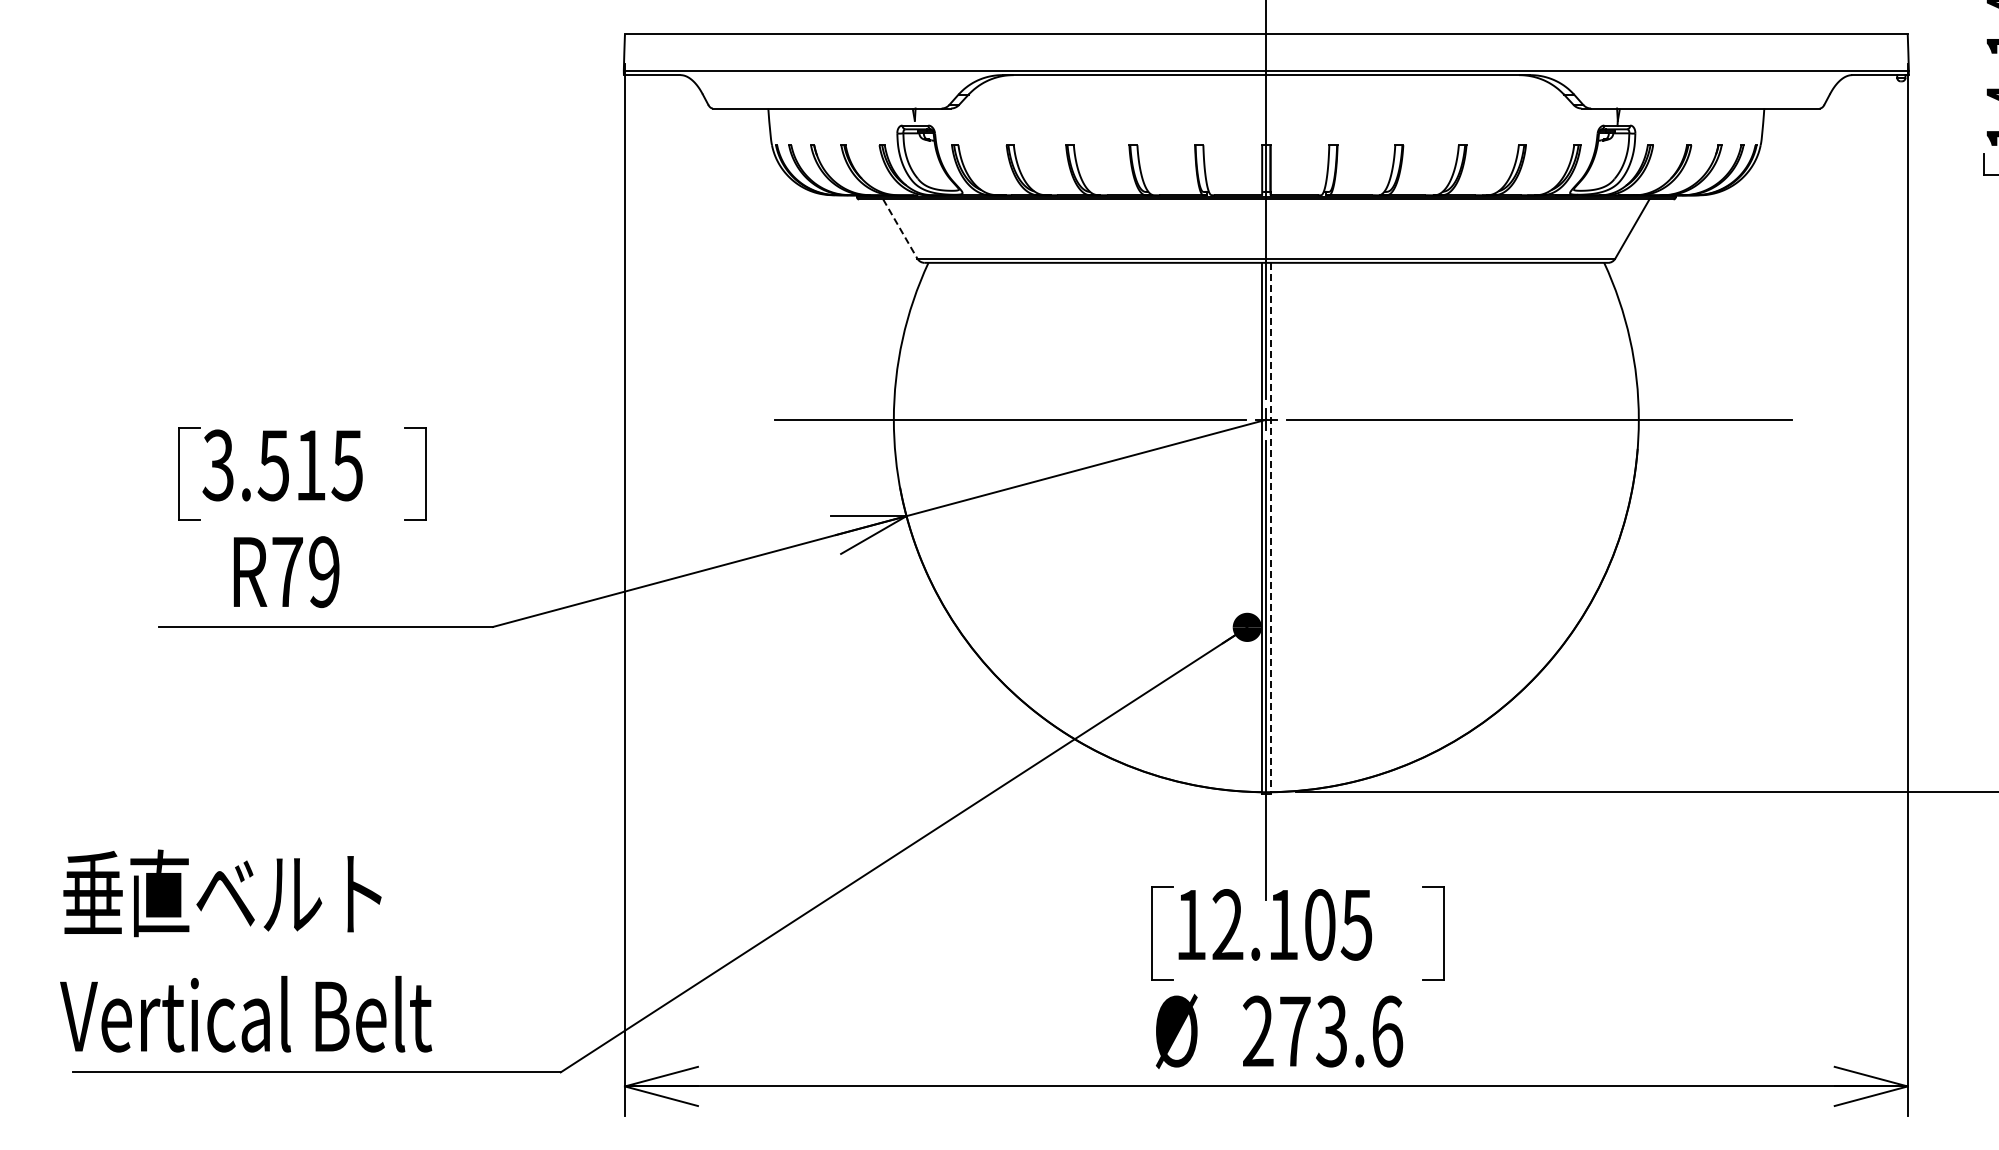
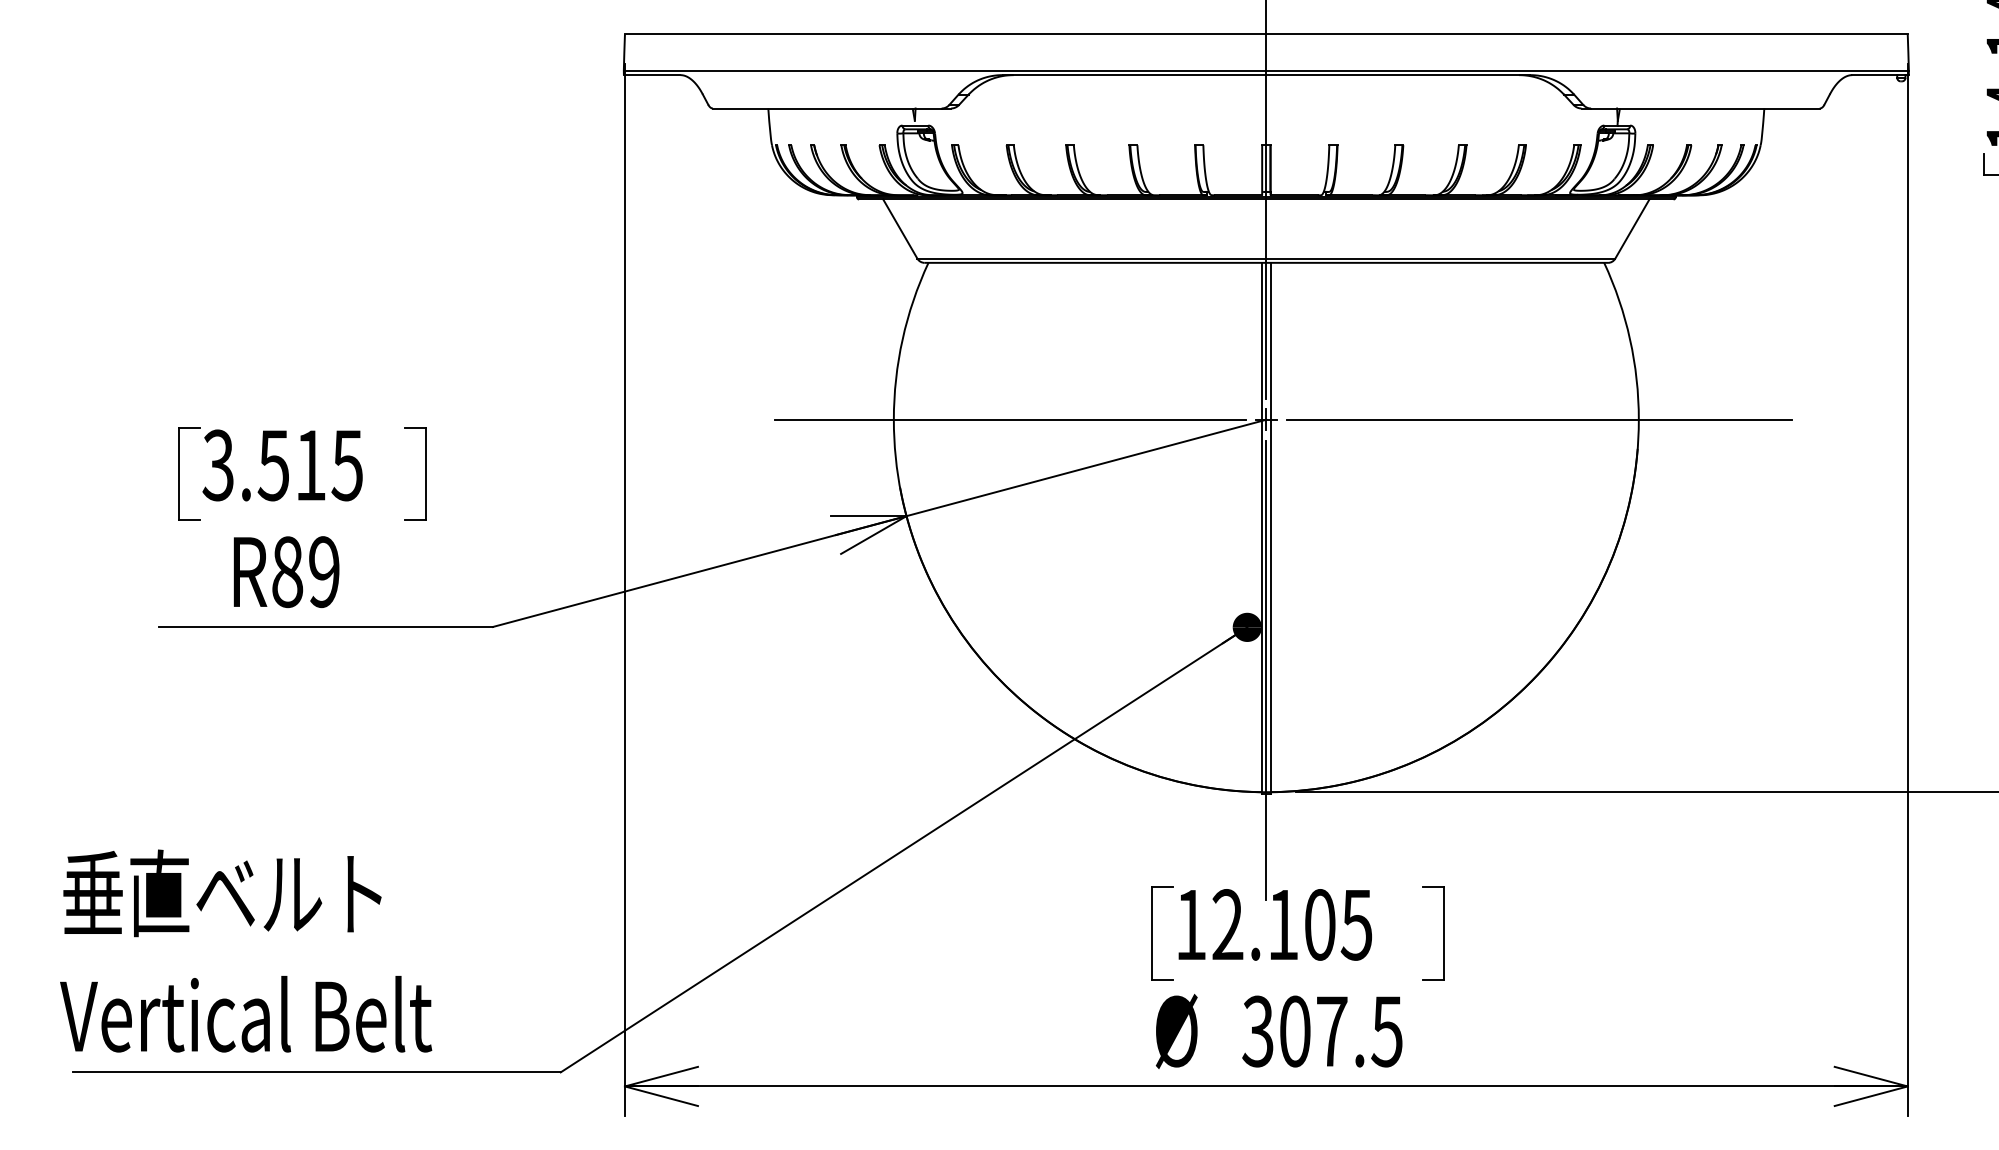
line at (900, 229): dashed -> solid
line at (1270, 528): dashed -> solid
text at (287, 572): R79 -> R89
text at (1322, 1031): 273.6 -> 307.5
